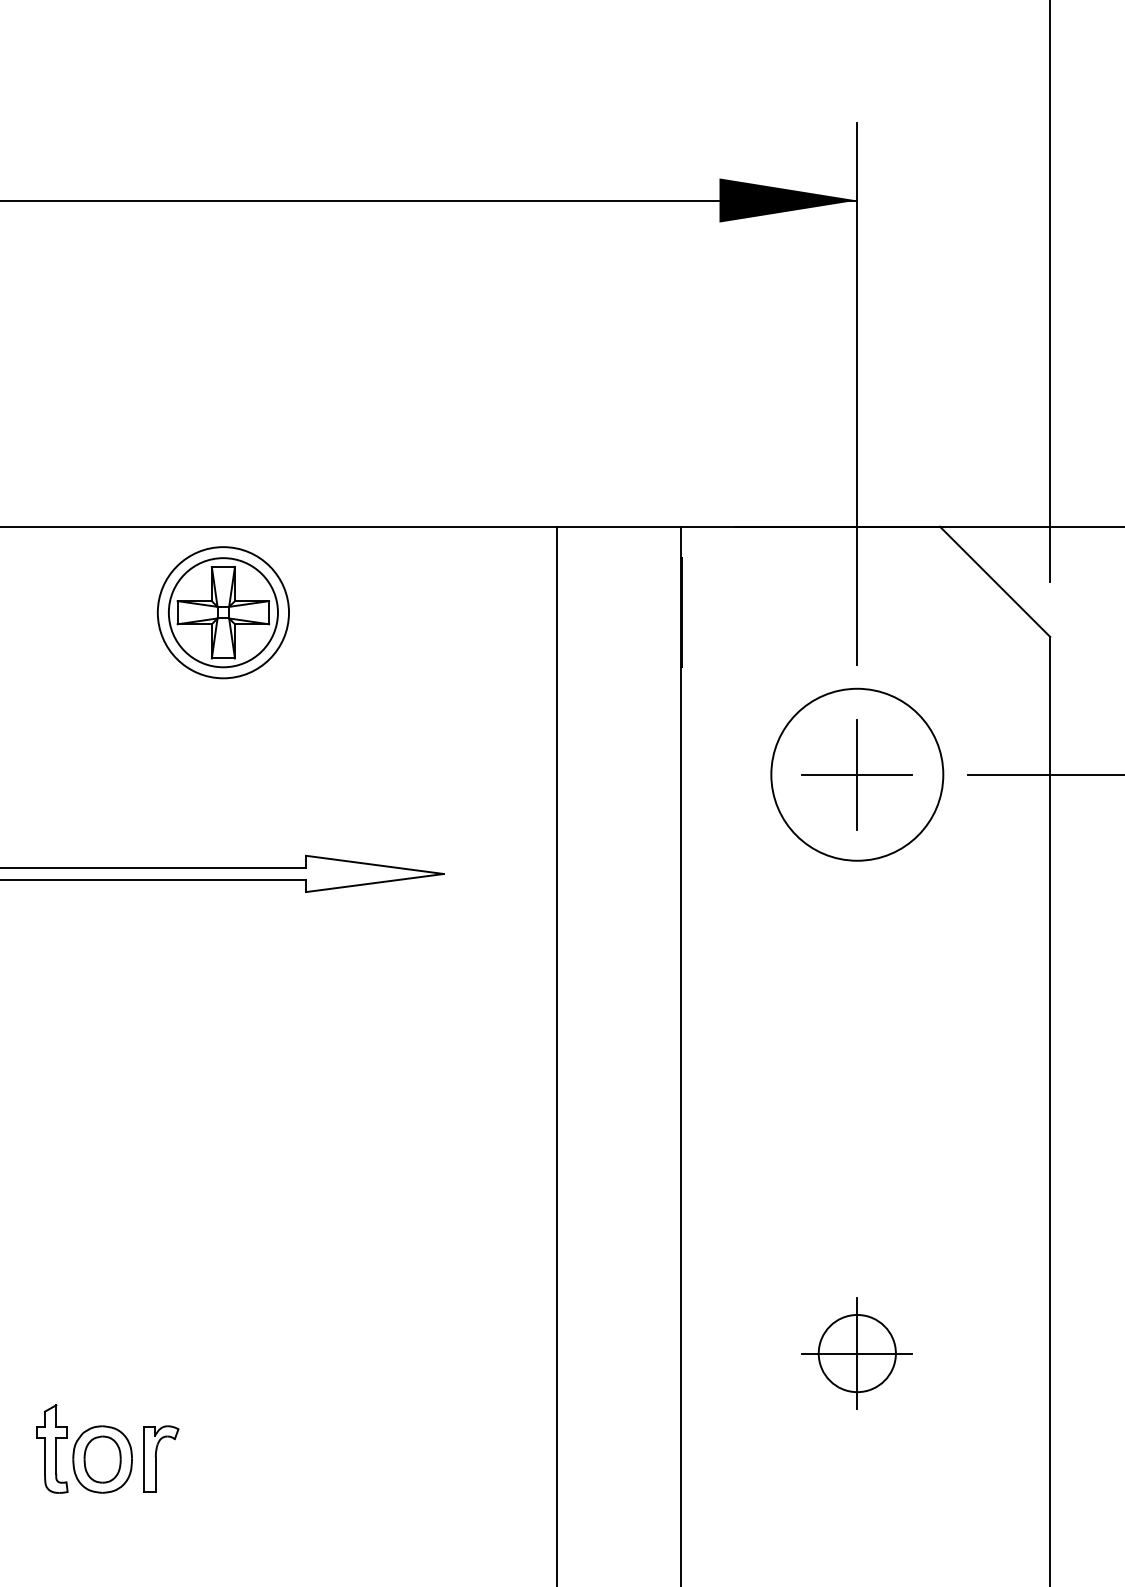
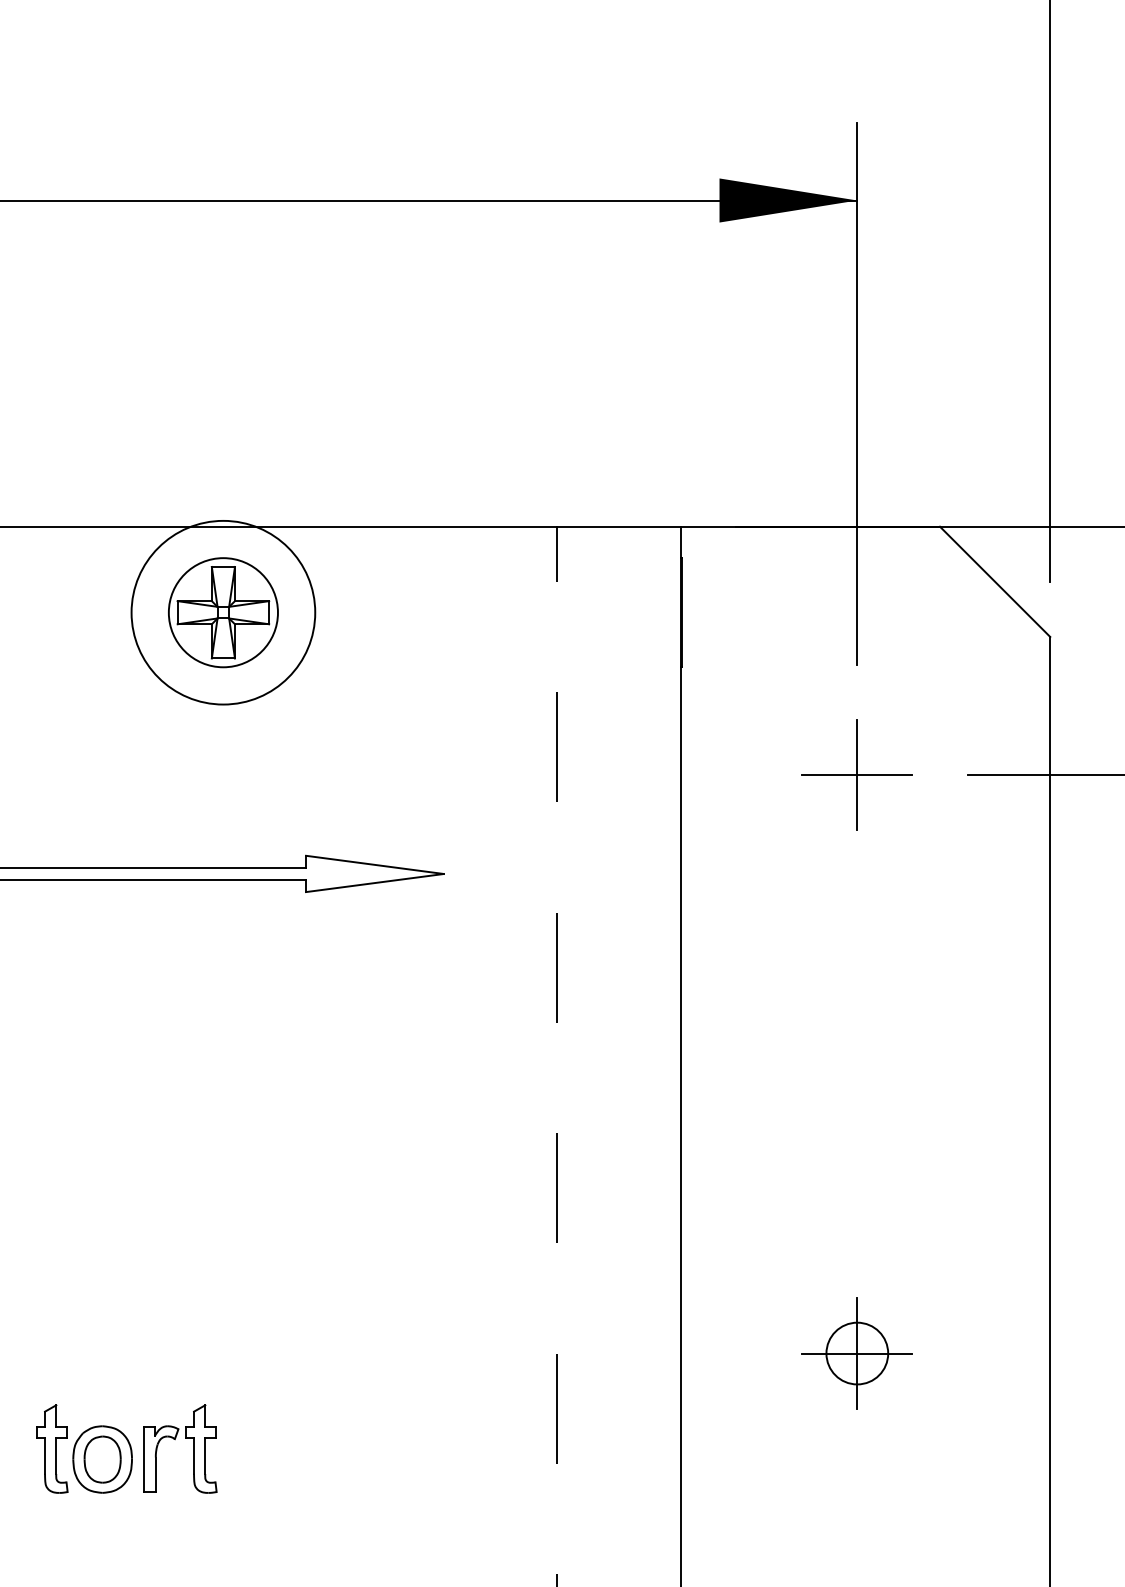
circle at (223, 612) diameter: 131 px -> 184 px
circle at (857, 774): present -> none
line at (556, 1056): solid -> dashed
circle at (856, 1353) diameter: 77 px -> 62 px
part at (201, 1448): none -> present
